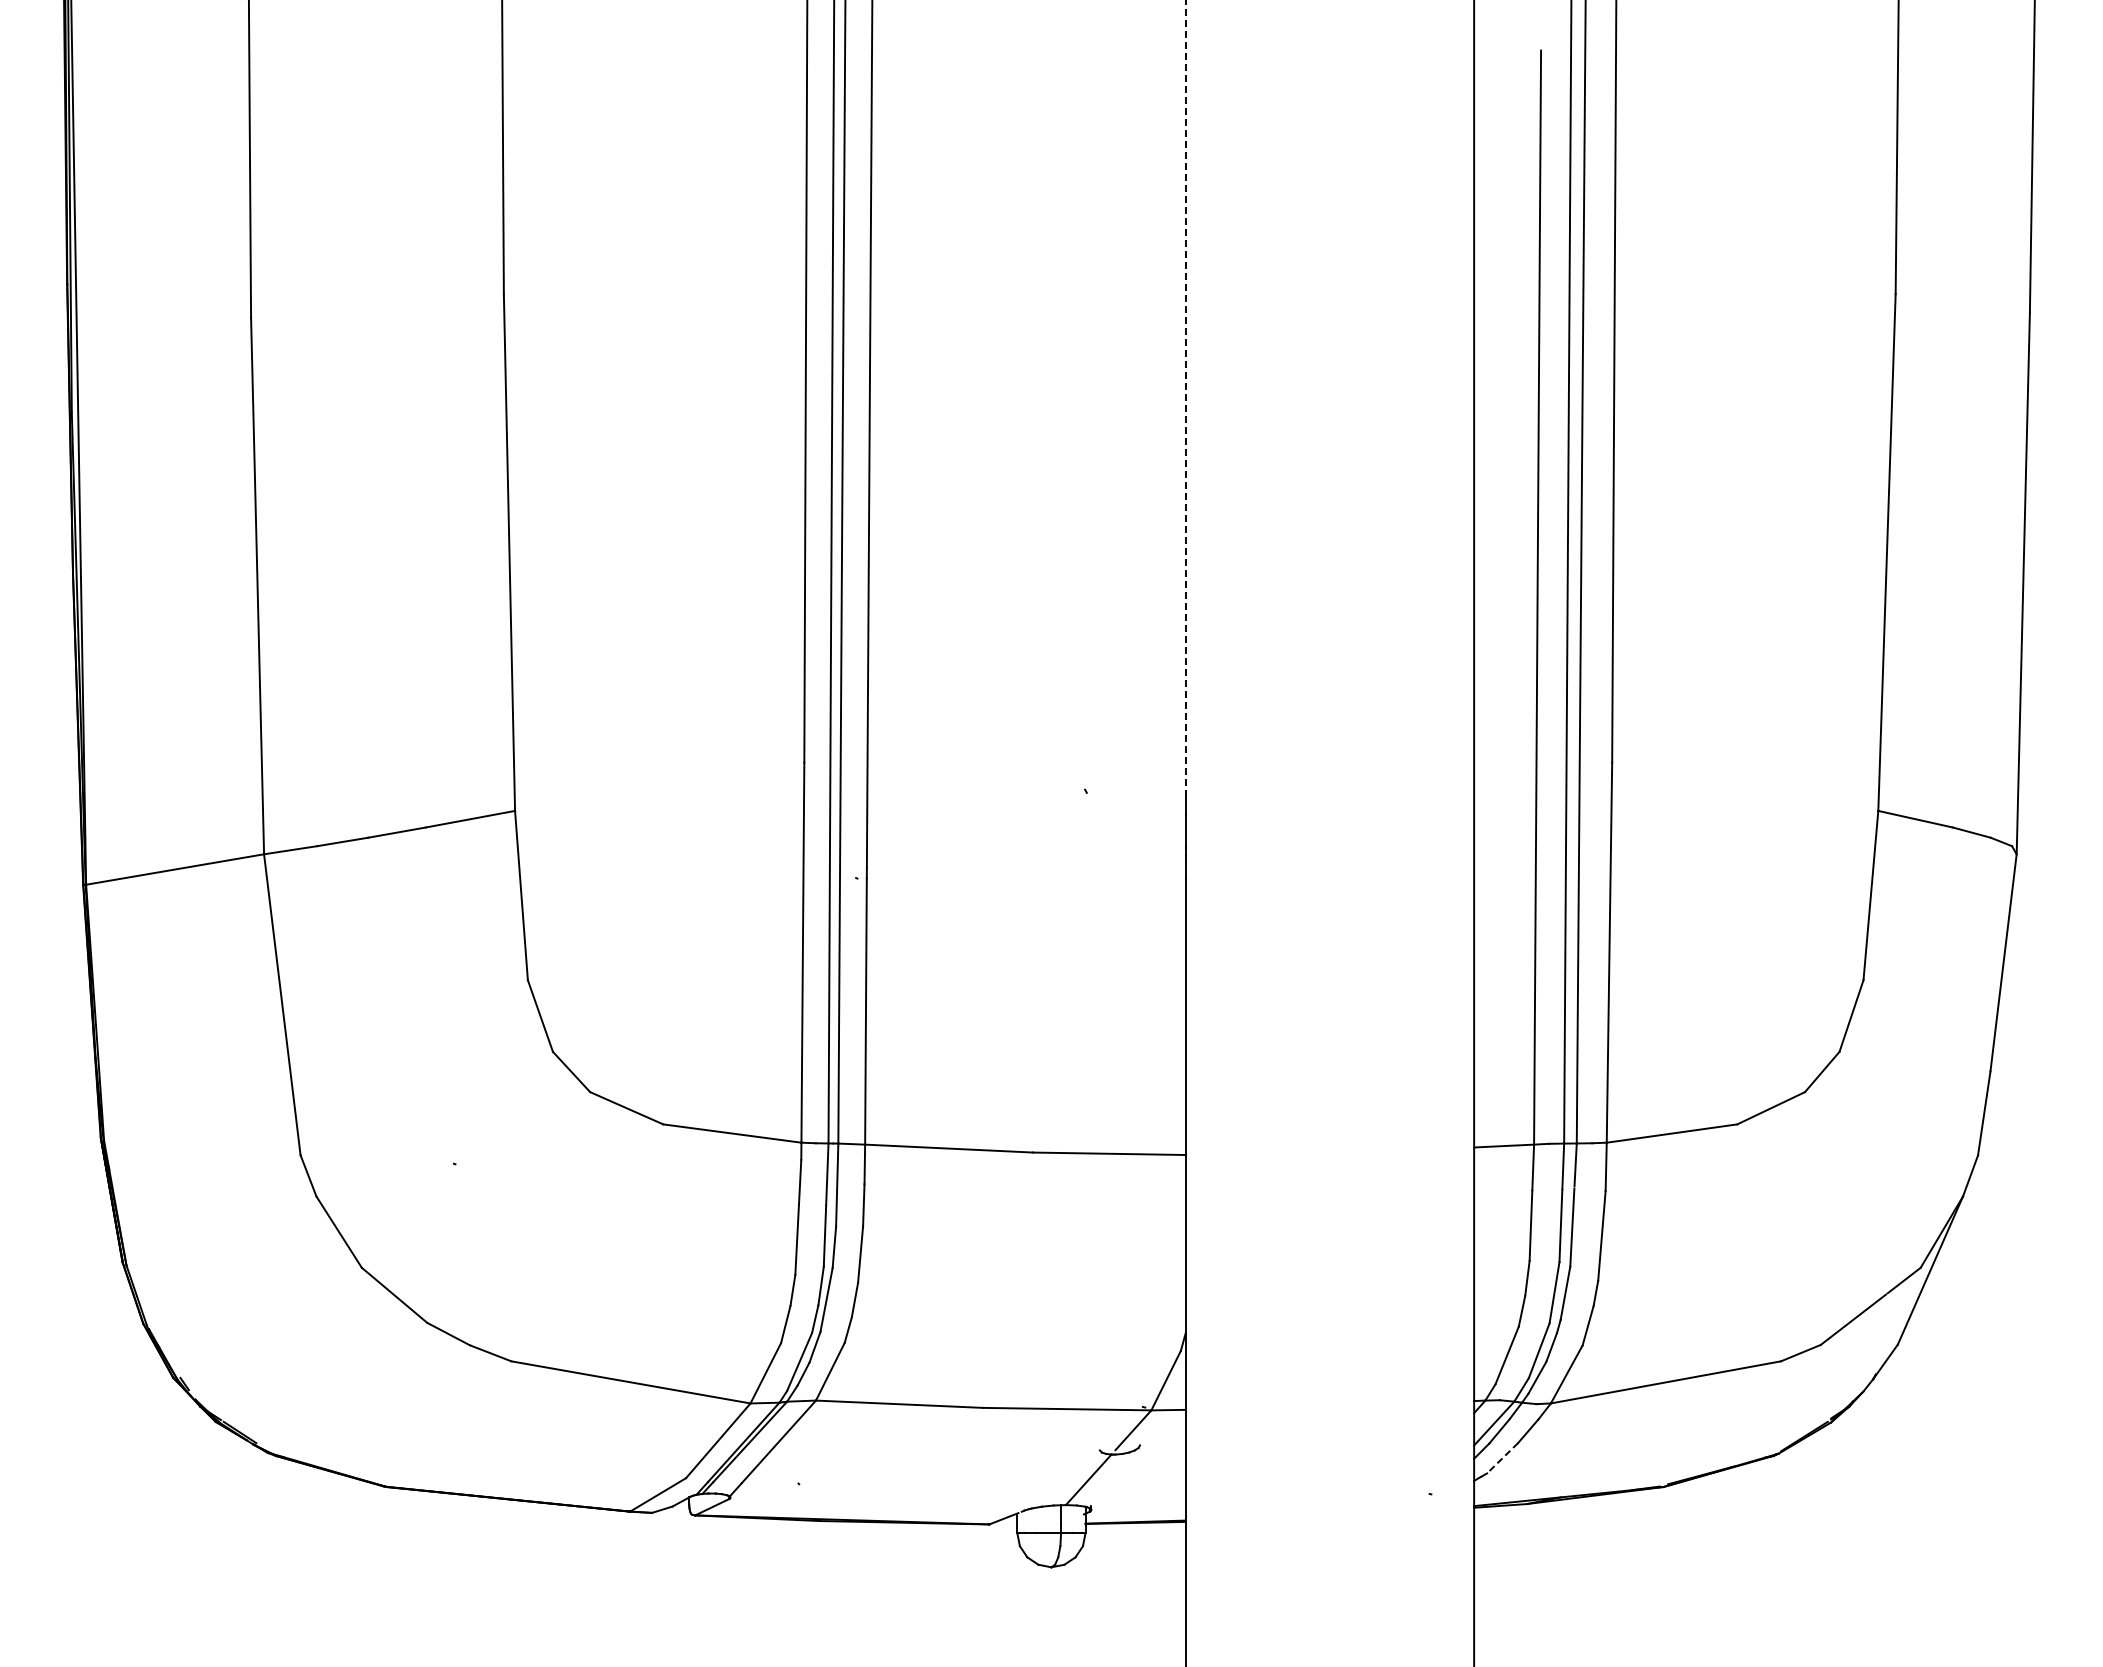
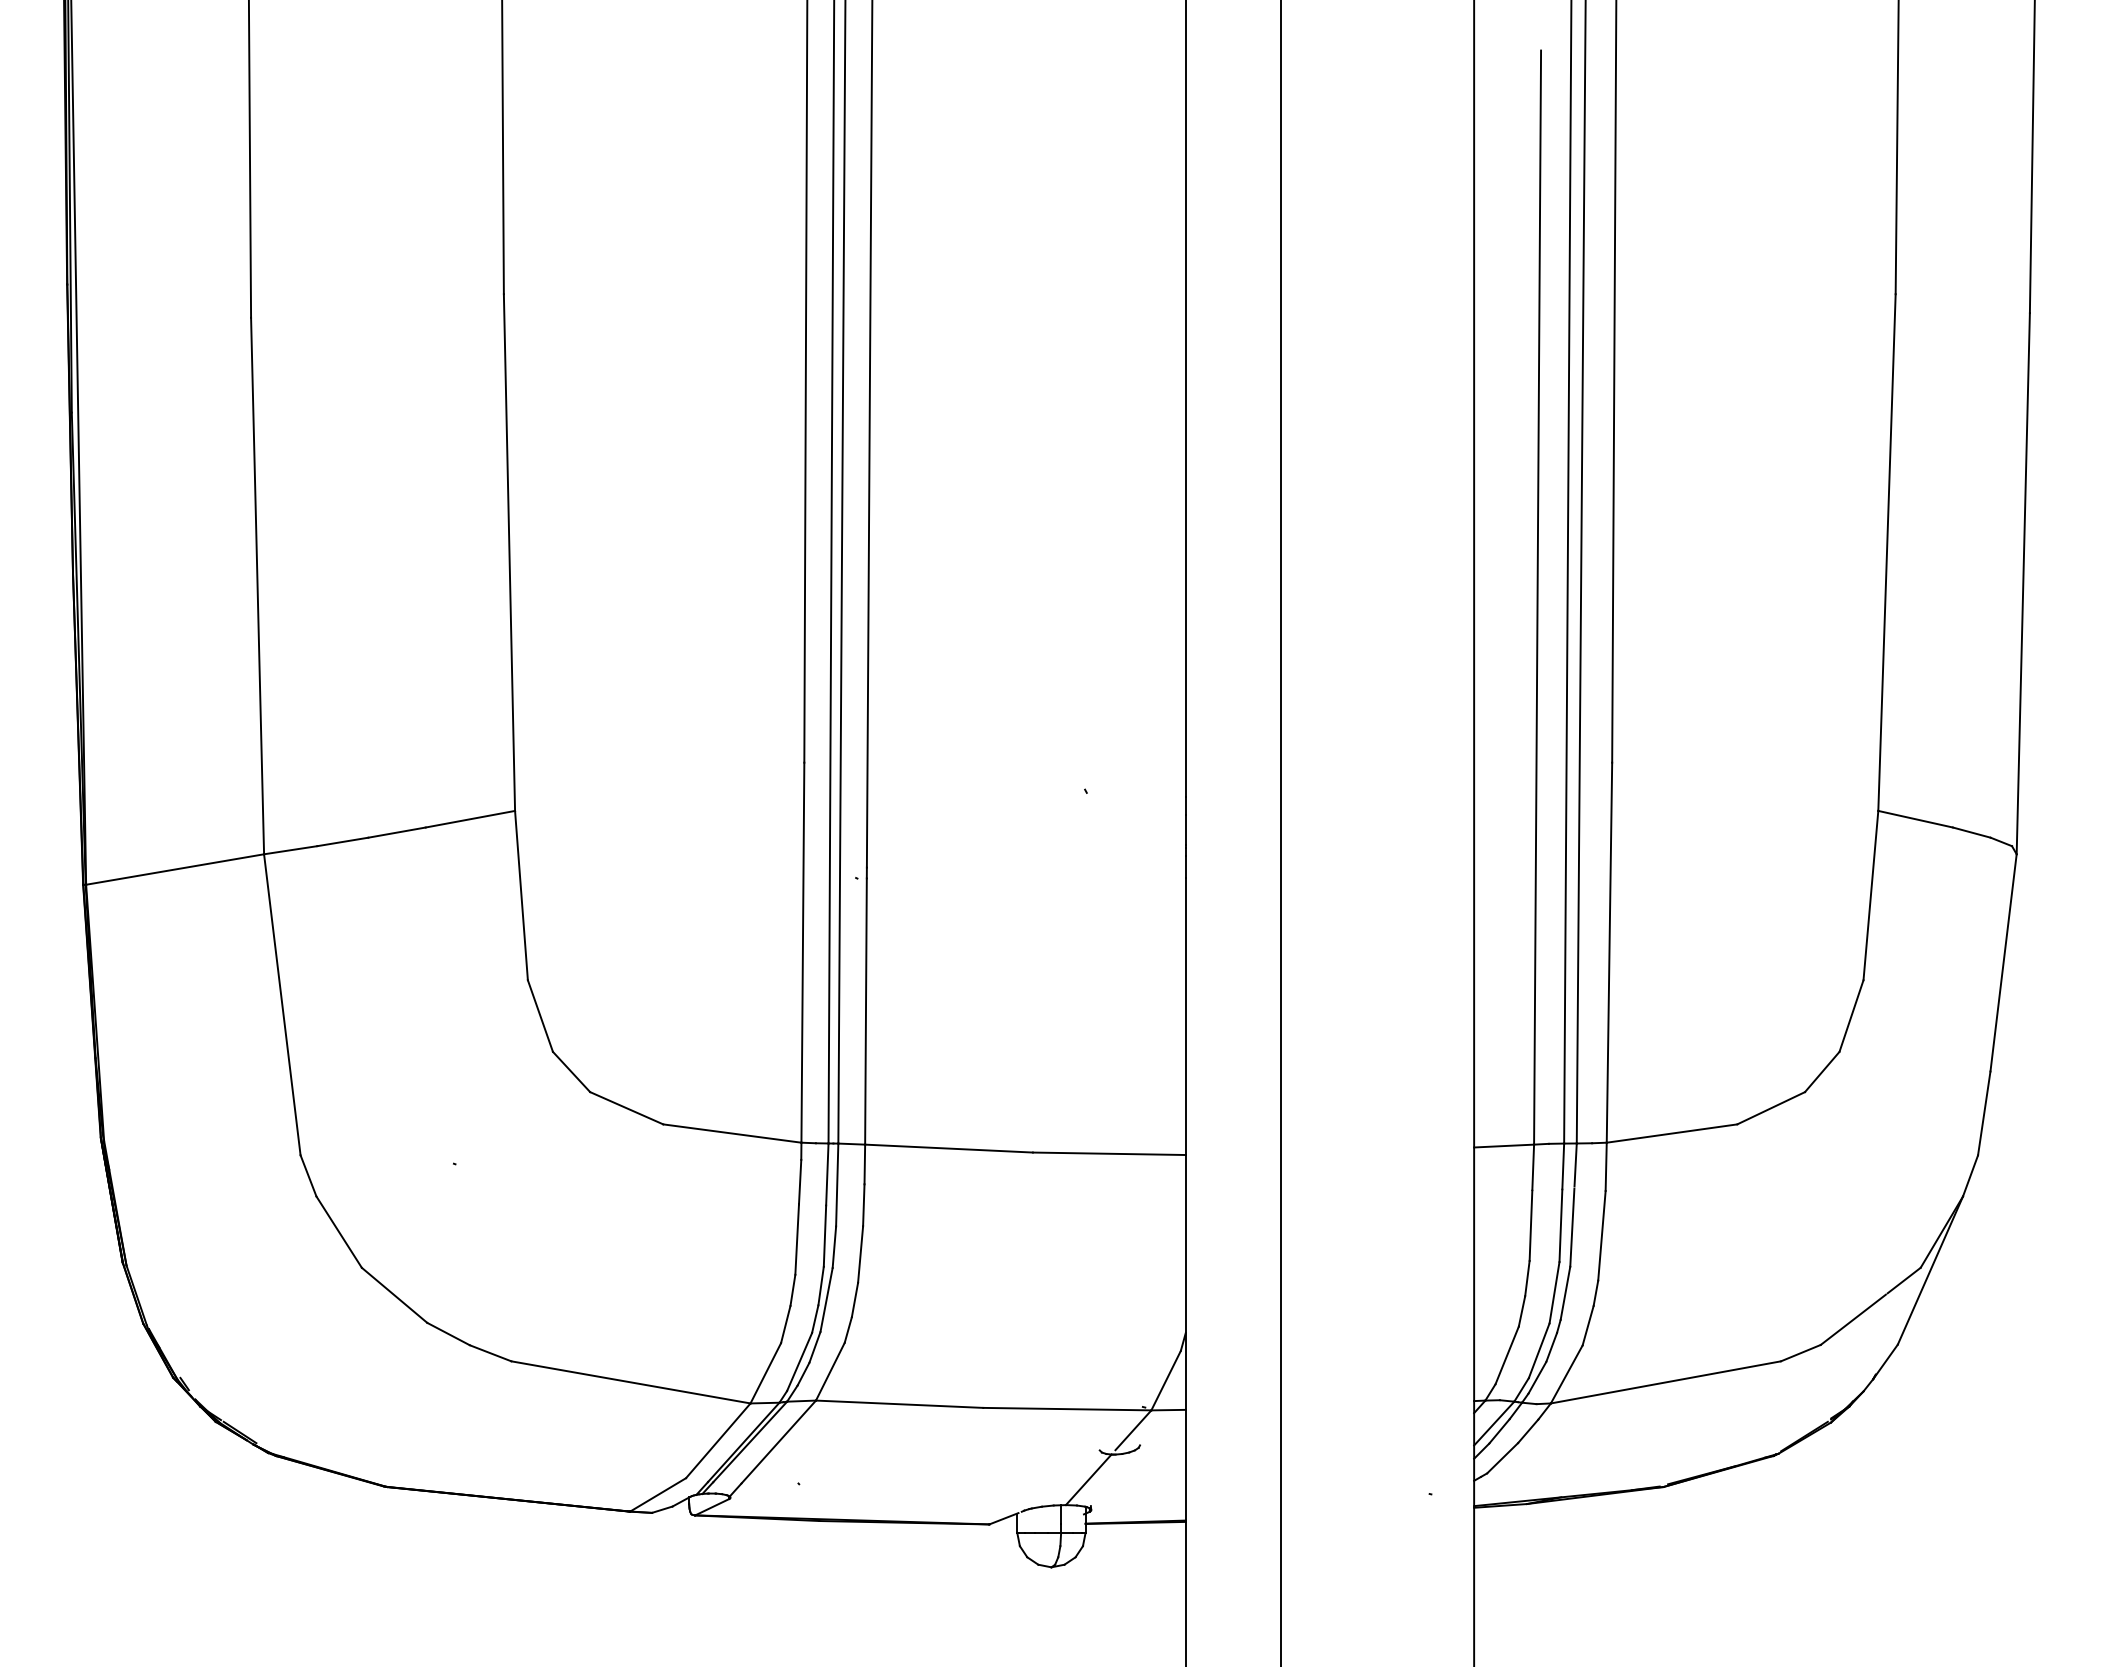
line at (1185, 398): dashed -> solid
line at (1280, 832): none -> present
line at (1502, 1458): dashed -> solid
